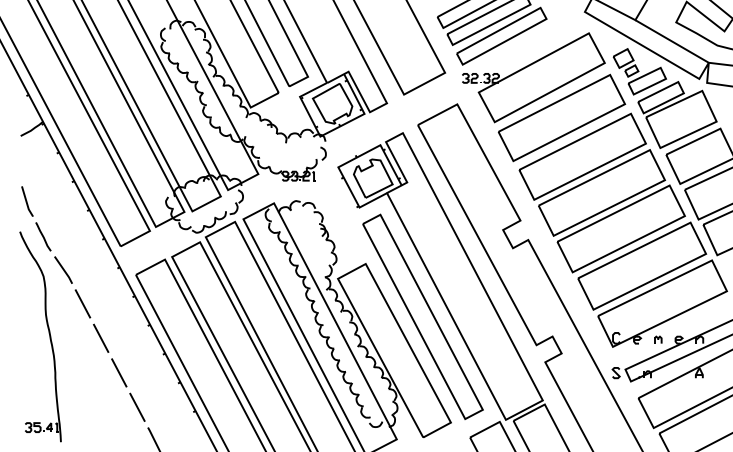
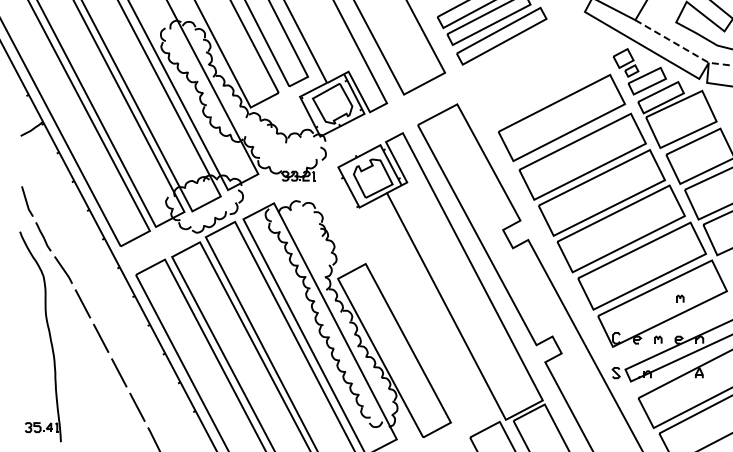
line at (682, 47): solid -> dashed
part at (533, 77): present -> none
part at (680, 298): none -> present
part at (422, 316): present -> none
